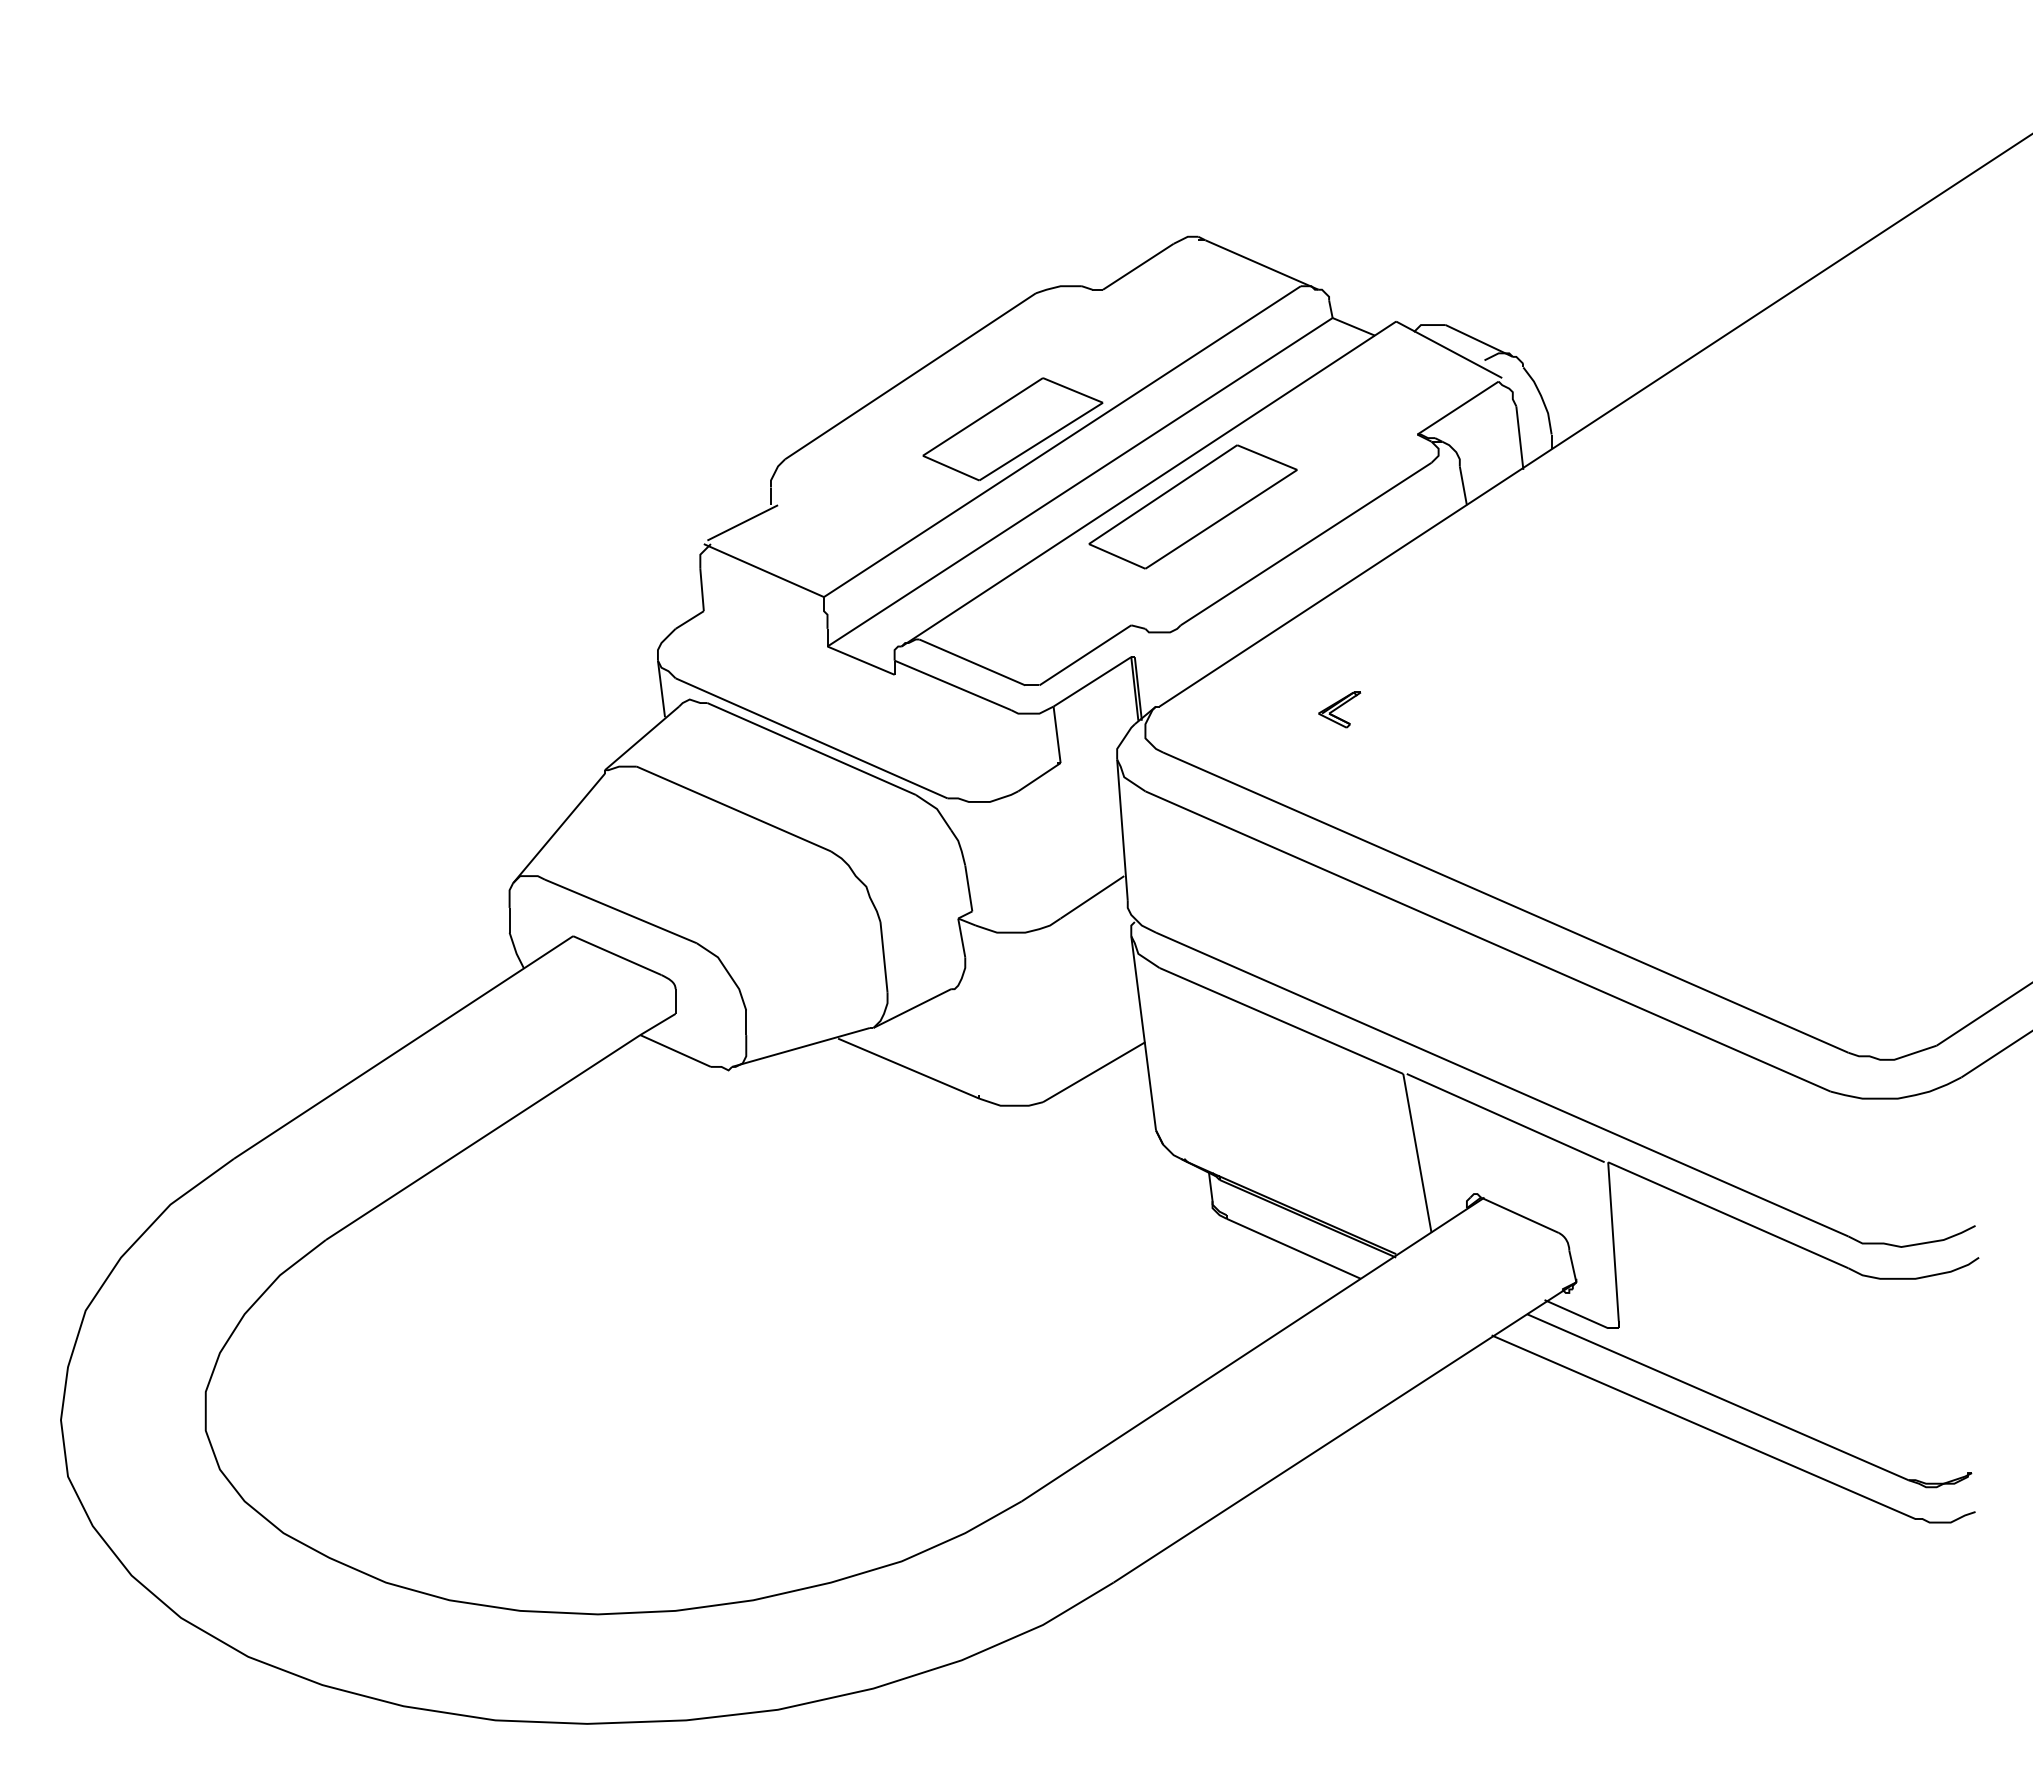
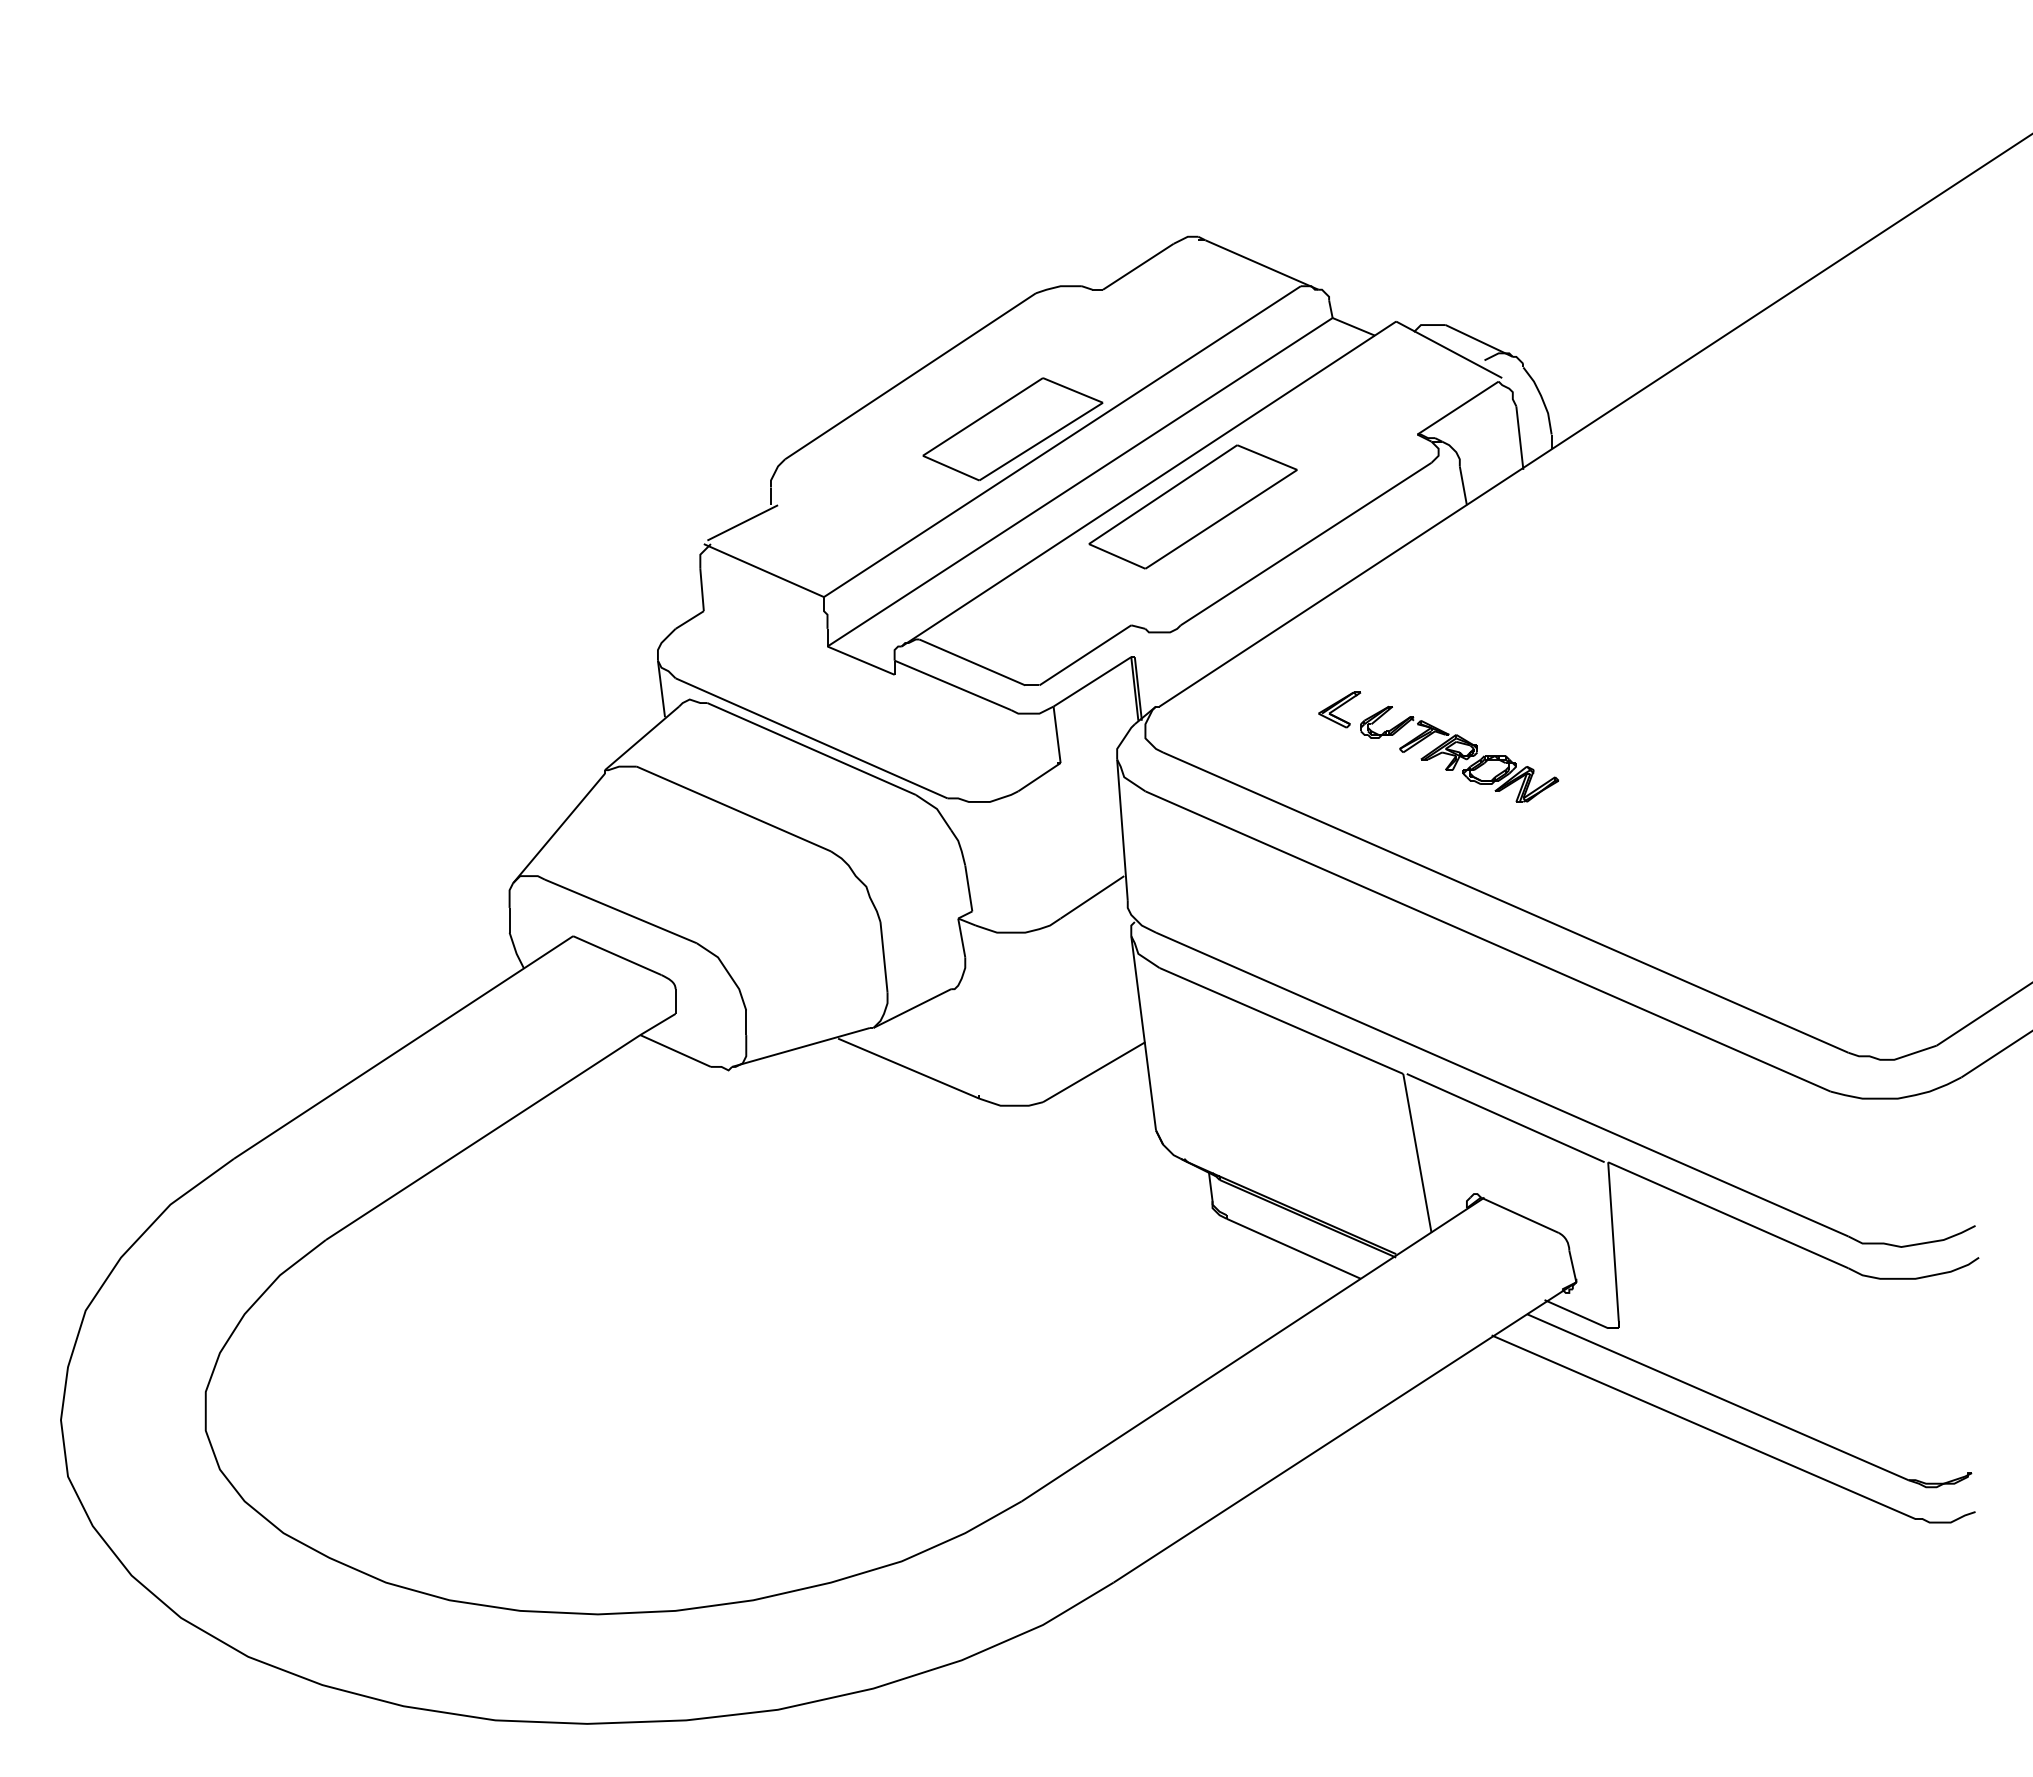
part at (1459, 753): none -> present
